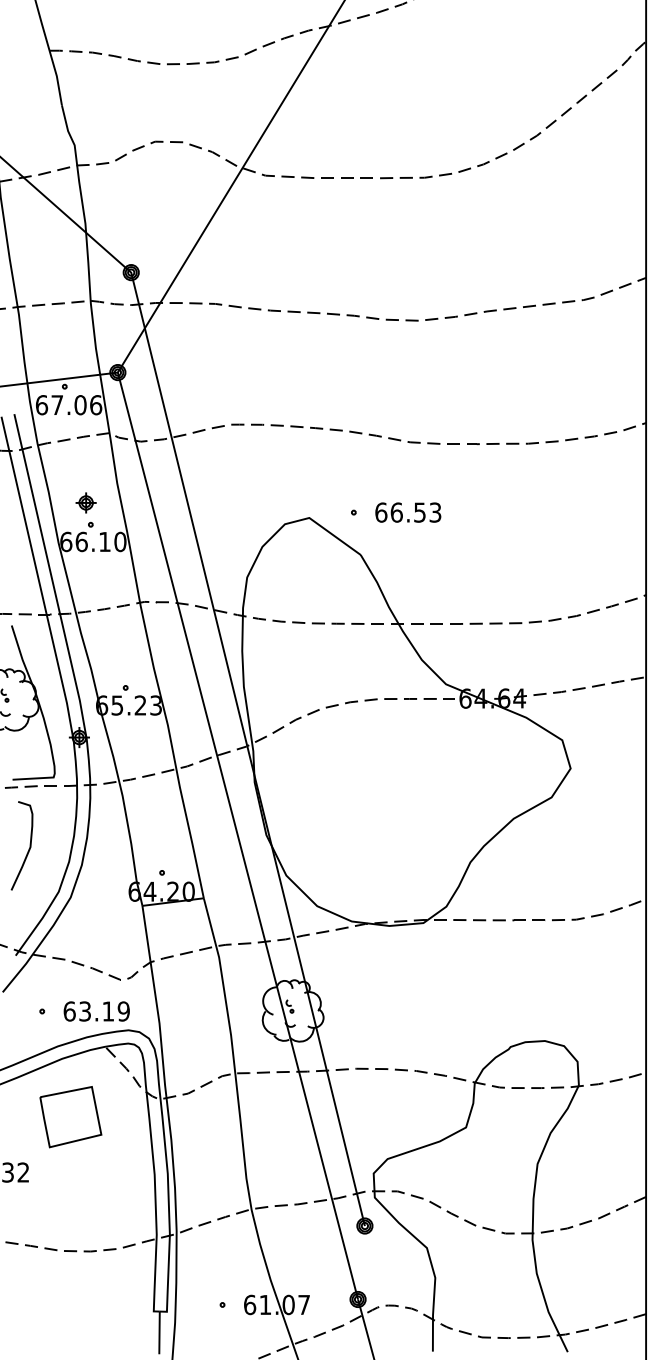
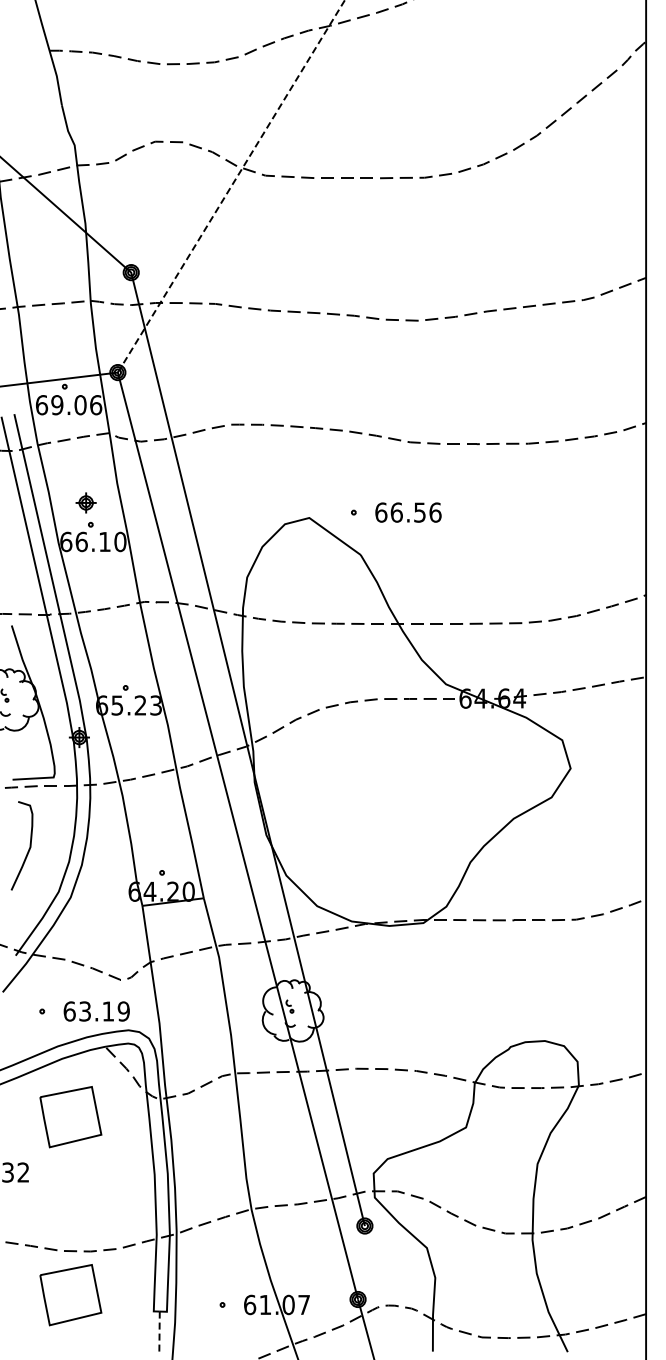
line at (231, 186): solid -> dashed
text at (57, 405): 67.06 -> 69.06
text at (435, 512): 66.53 -> 66.56
part at (70, 1295): none -> present
line at (159, 1333): solid -> dashed
